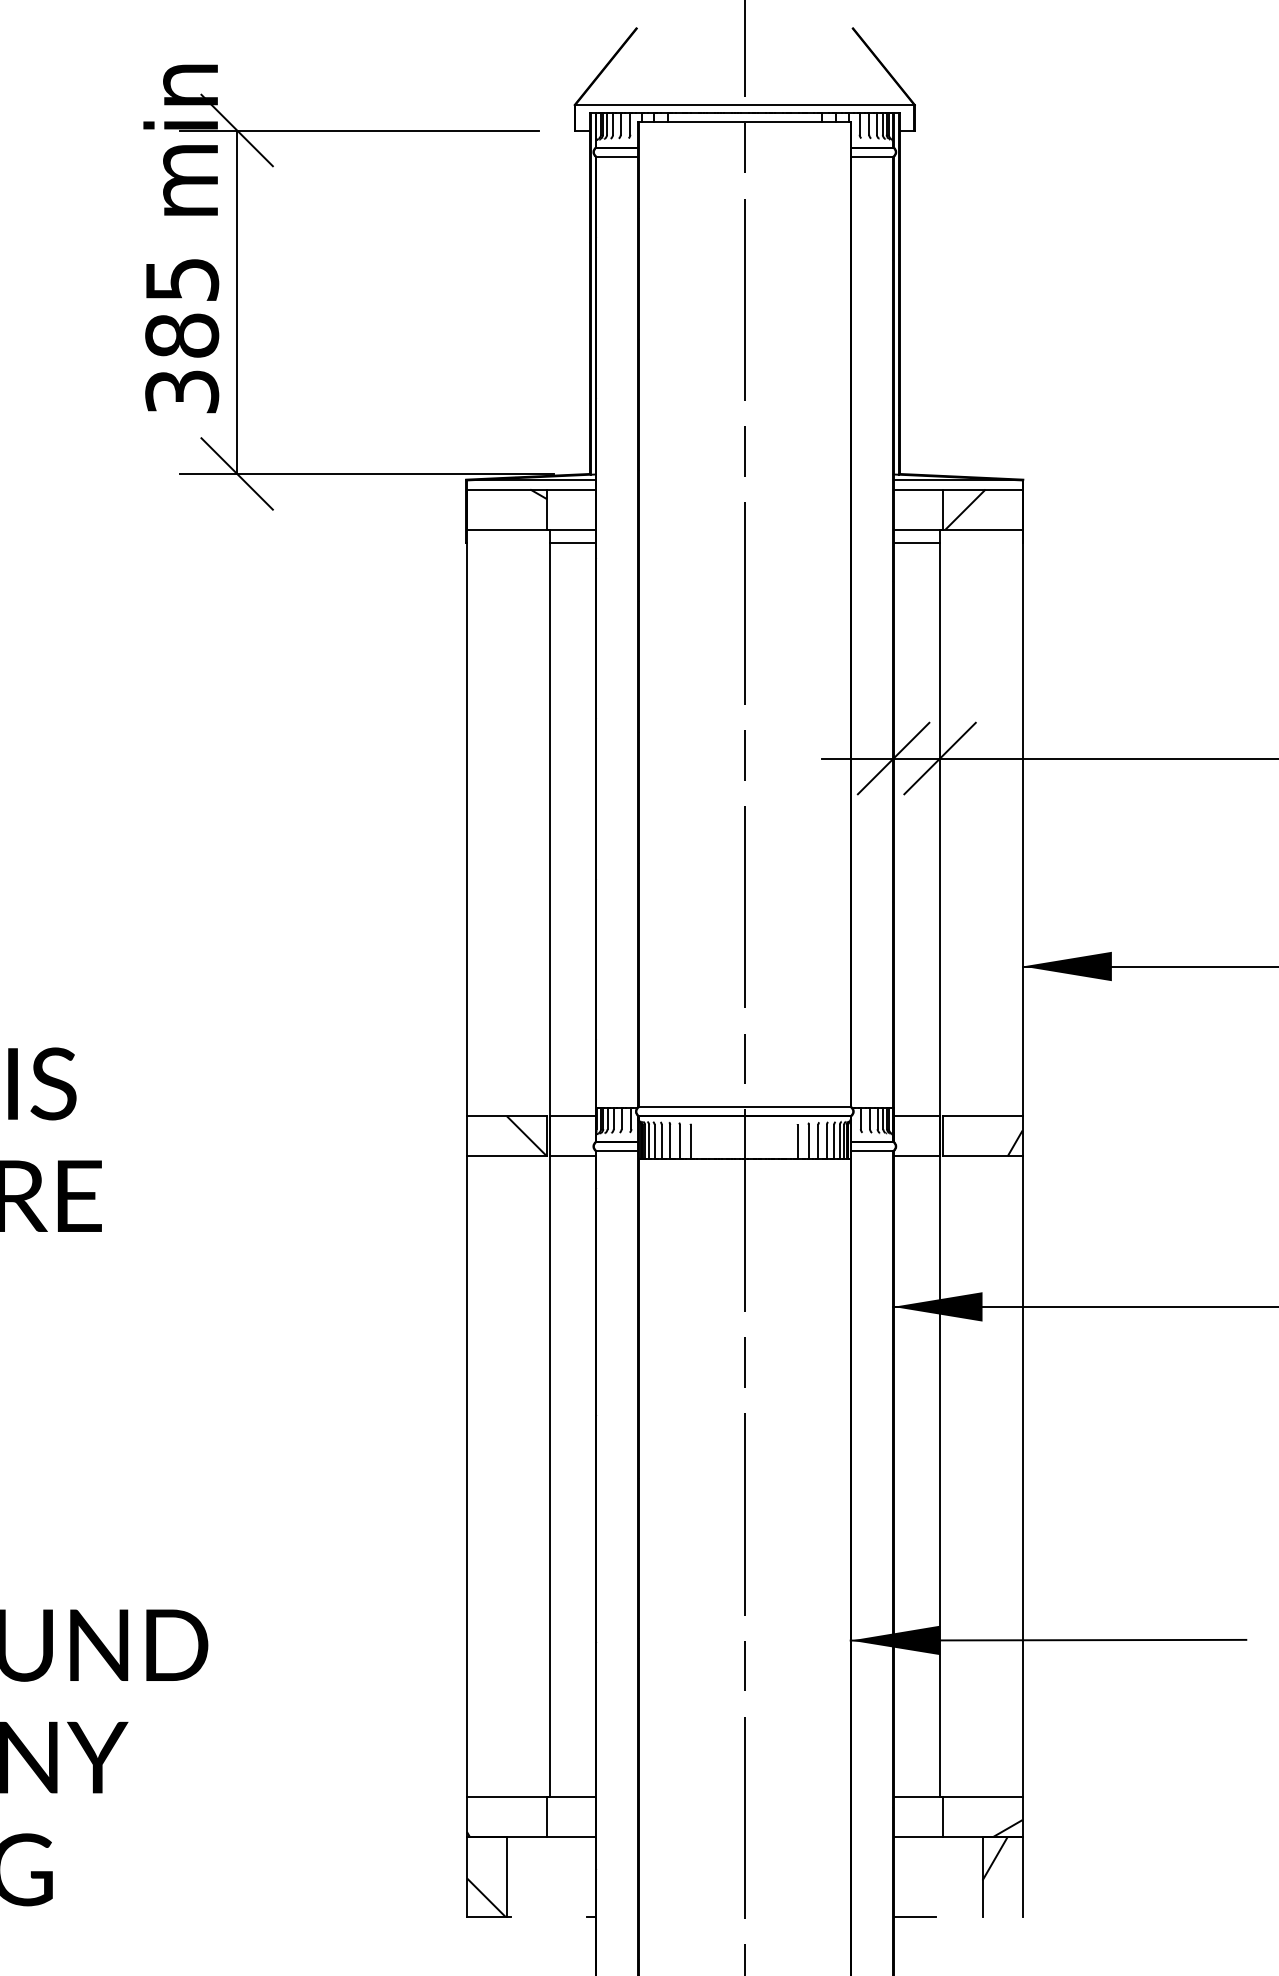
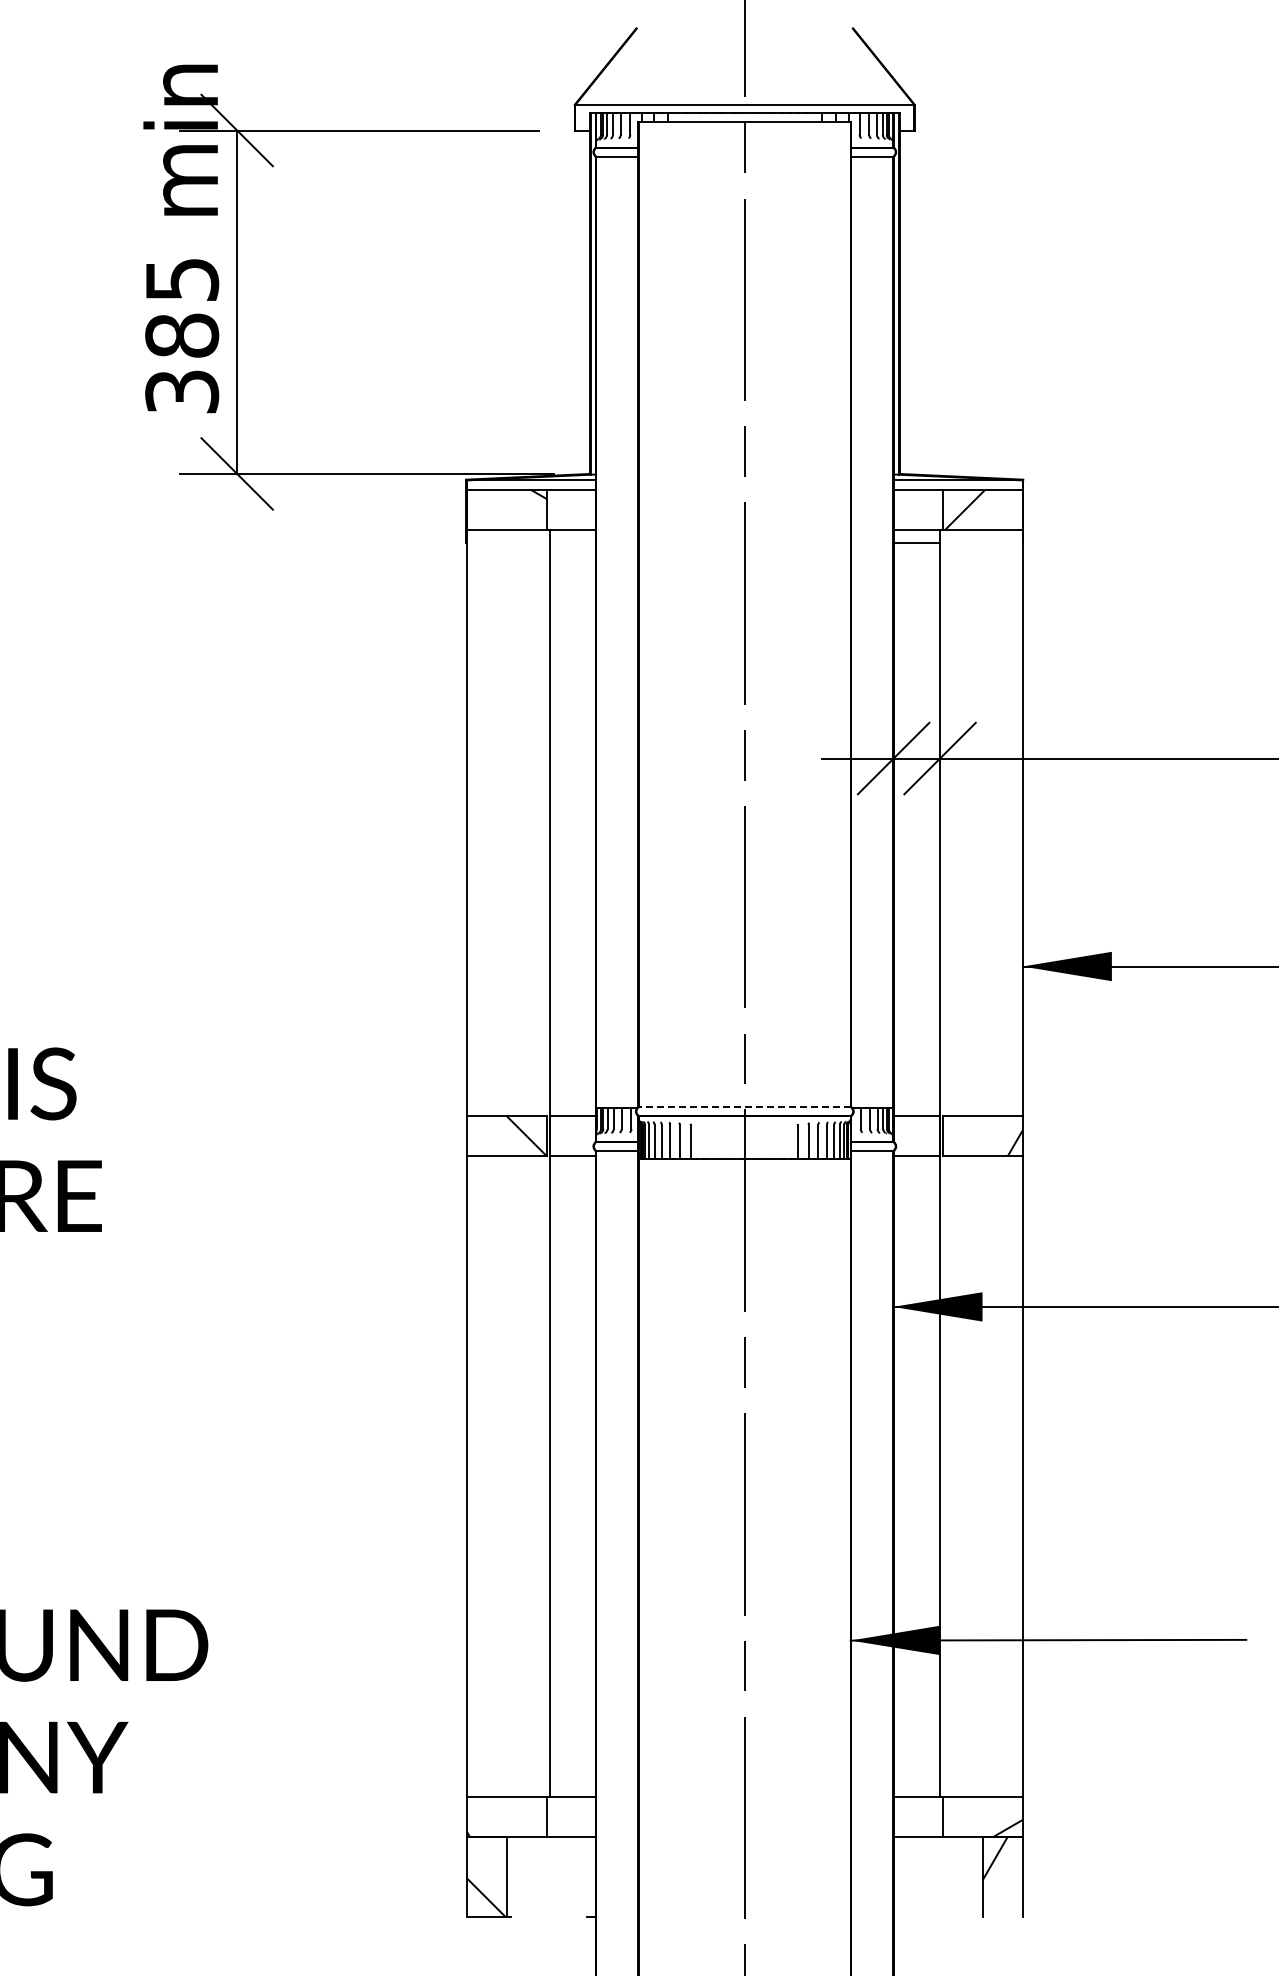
line at (572, 543): present -> none
line at (744, 1107): solid -> dashed
line at (914, 1916): present -> none
